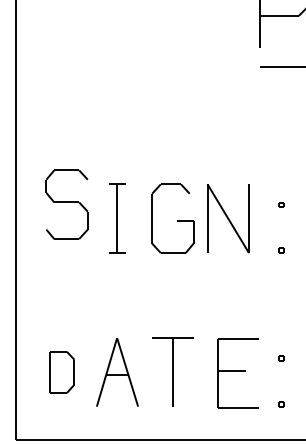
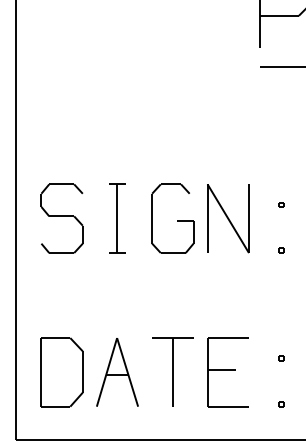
part at (66, 204) position: (66, 204) -> (61, 218)
part at (61, 372) size: 26x43 px -> 44x71 px
part at (237, 373) position: (237, 373) -> (227, 372)
